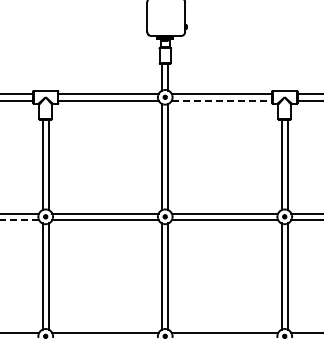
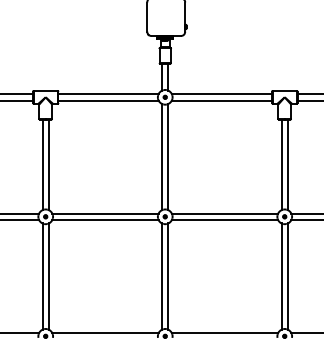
line at (222, 100): dashed -> solid
line at (20, 220): dashed -> solid
